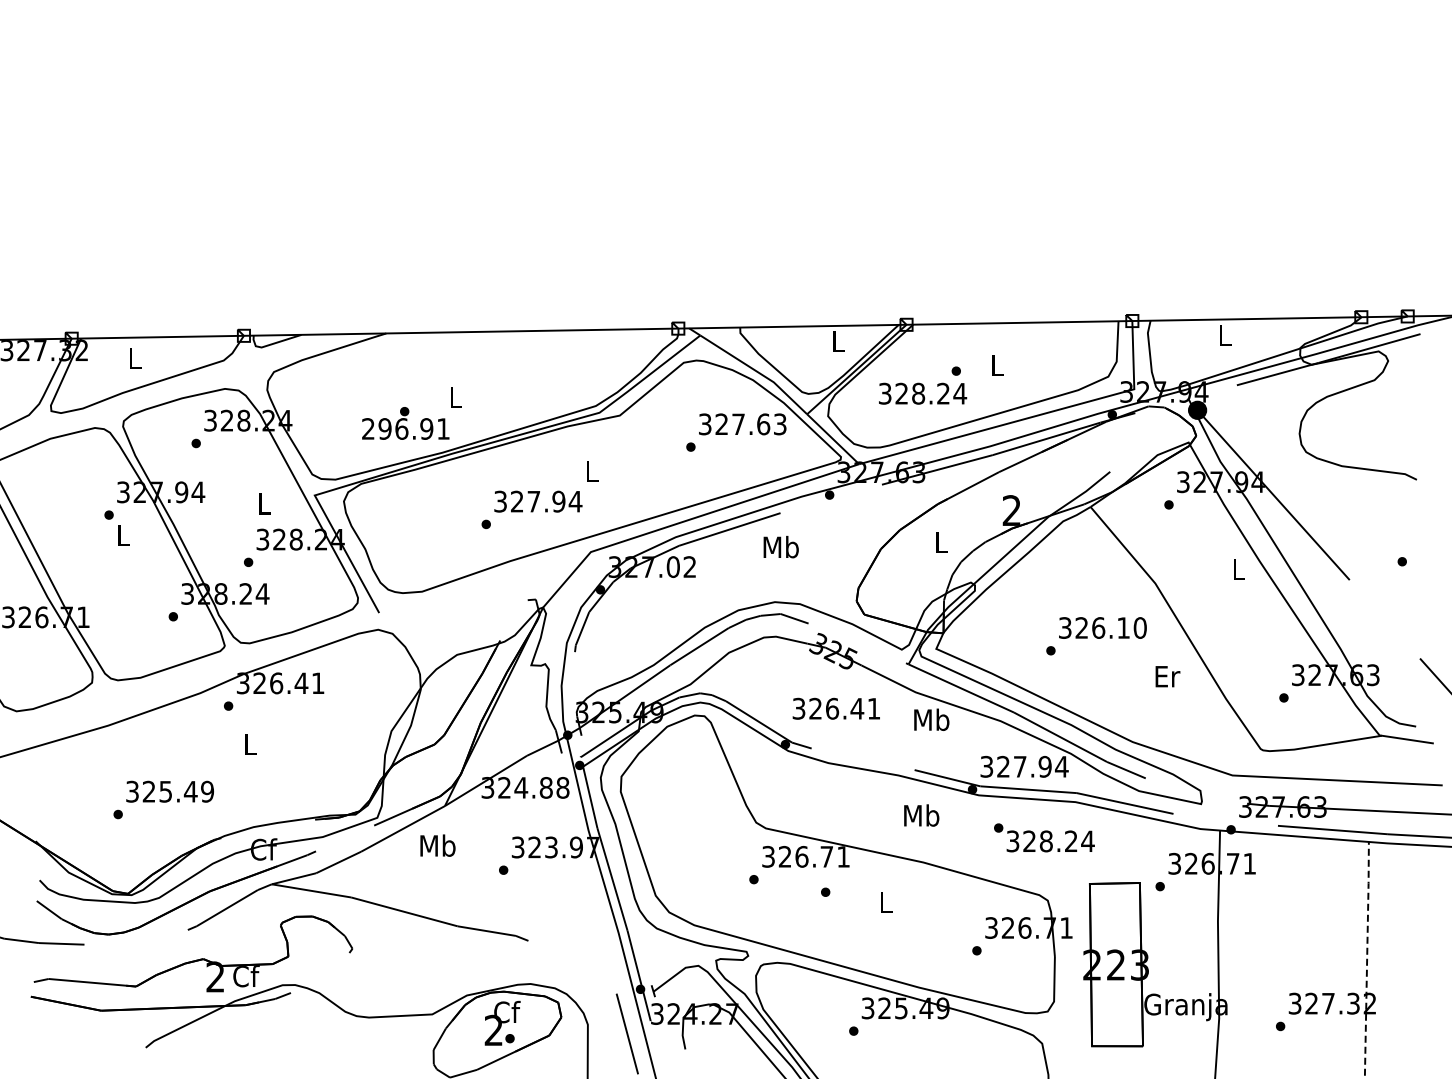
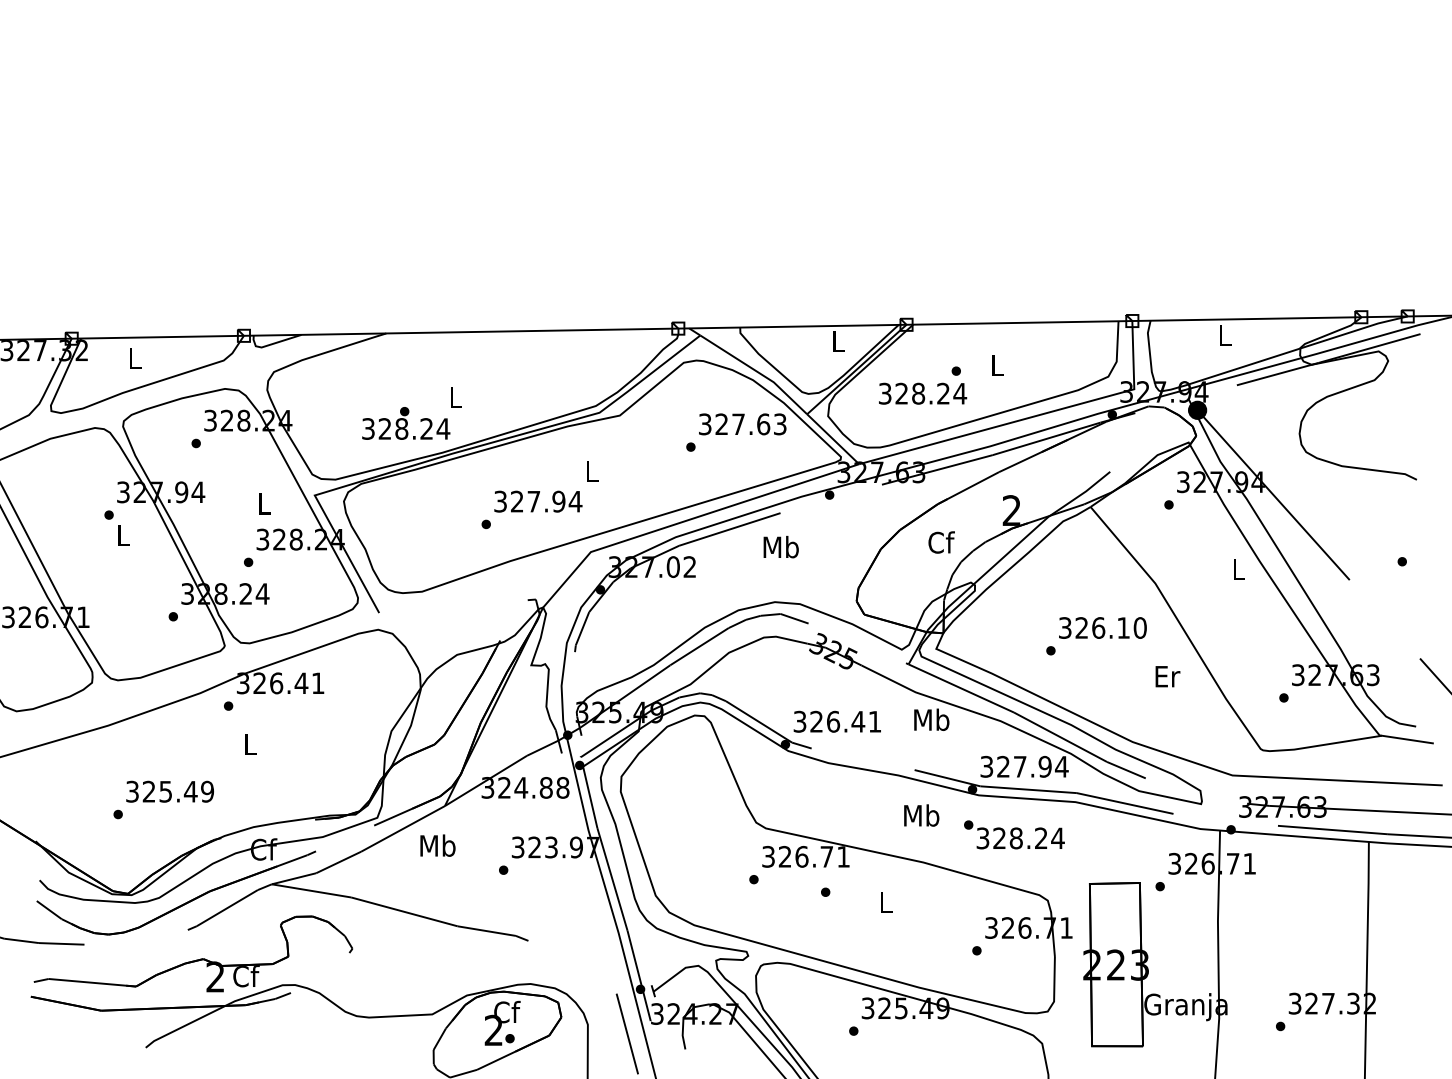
text at (406, 428): 296.91 -> 328.24
text at (941, 542): L -> Cf
text at (835, 708) position: (835, 708) -> (836, 721)
text at (1044, 837) position: (1044, 837) -> (1014, 834)
line at (1367, 959): dashed -> solid
